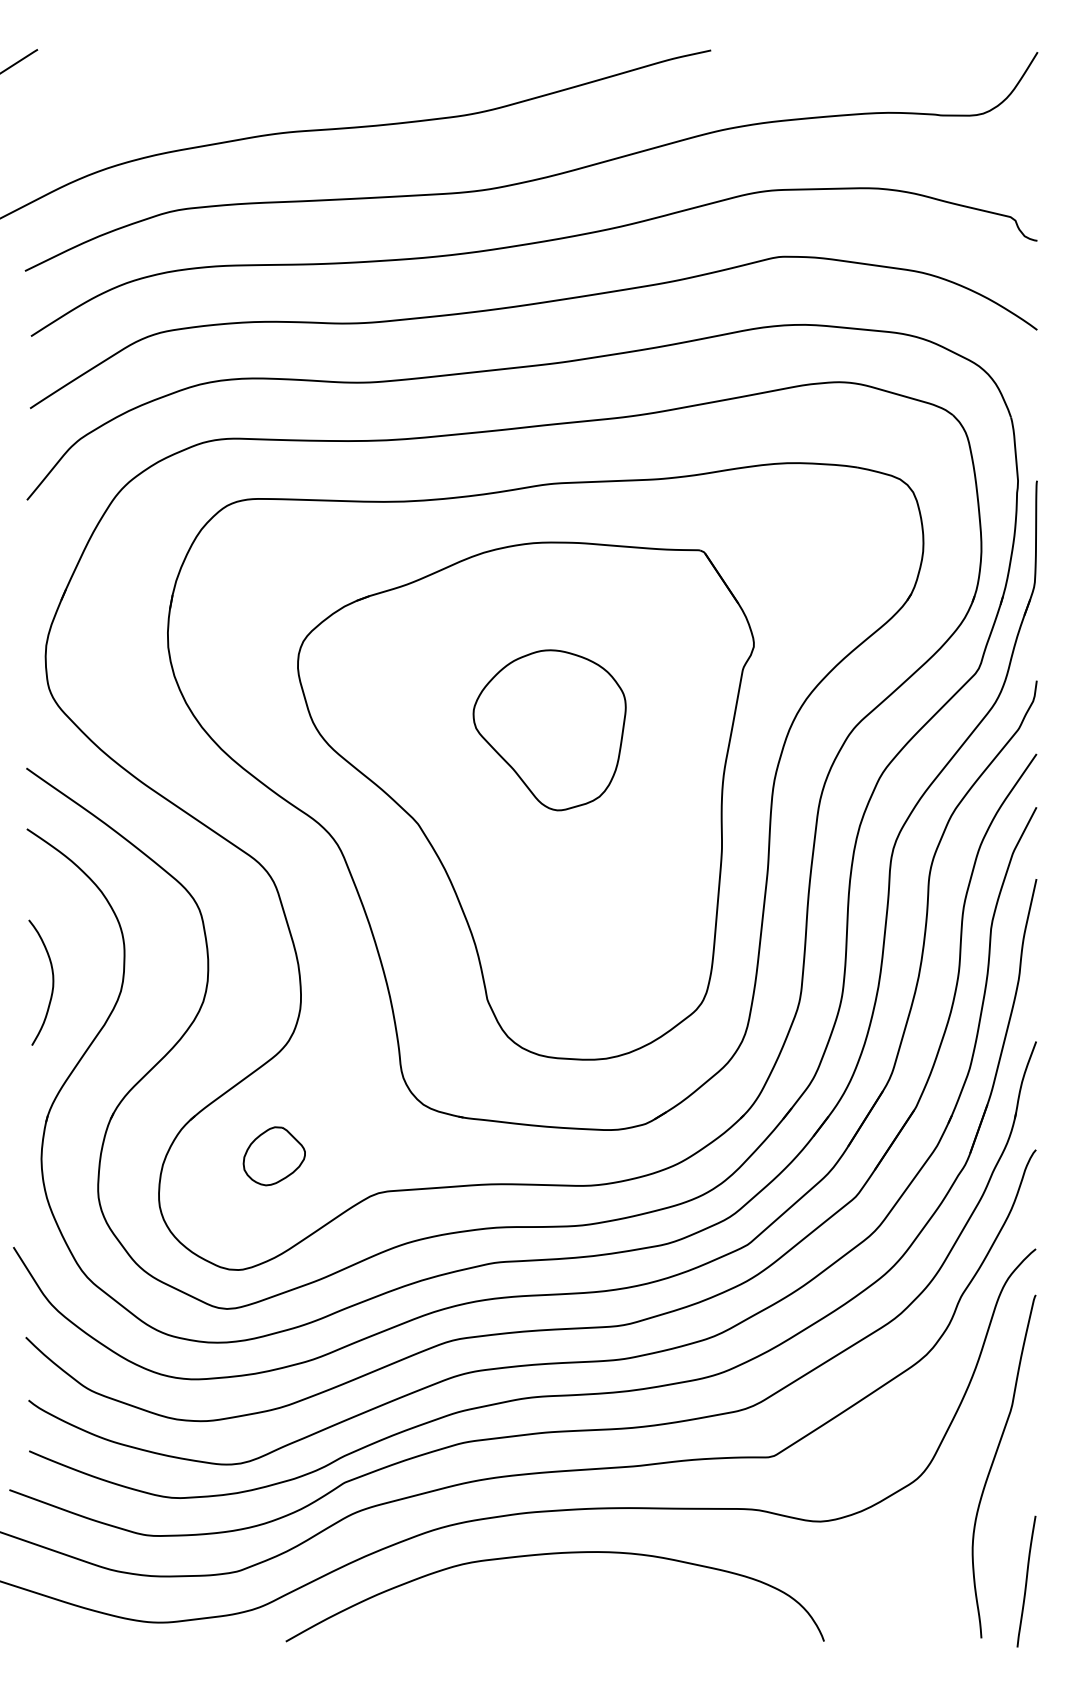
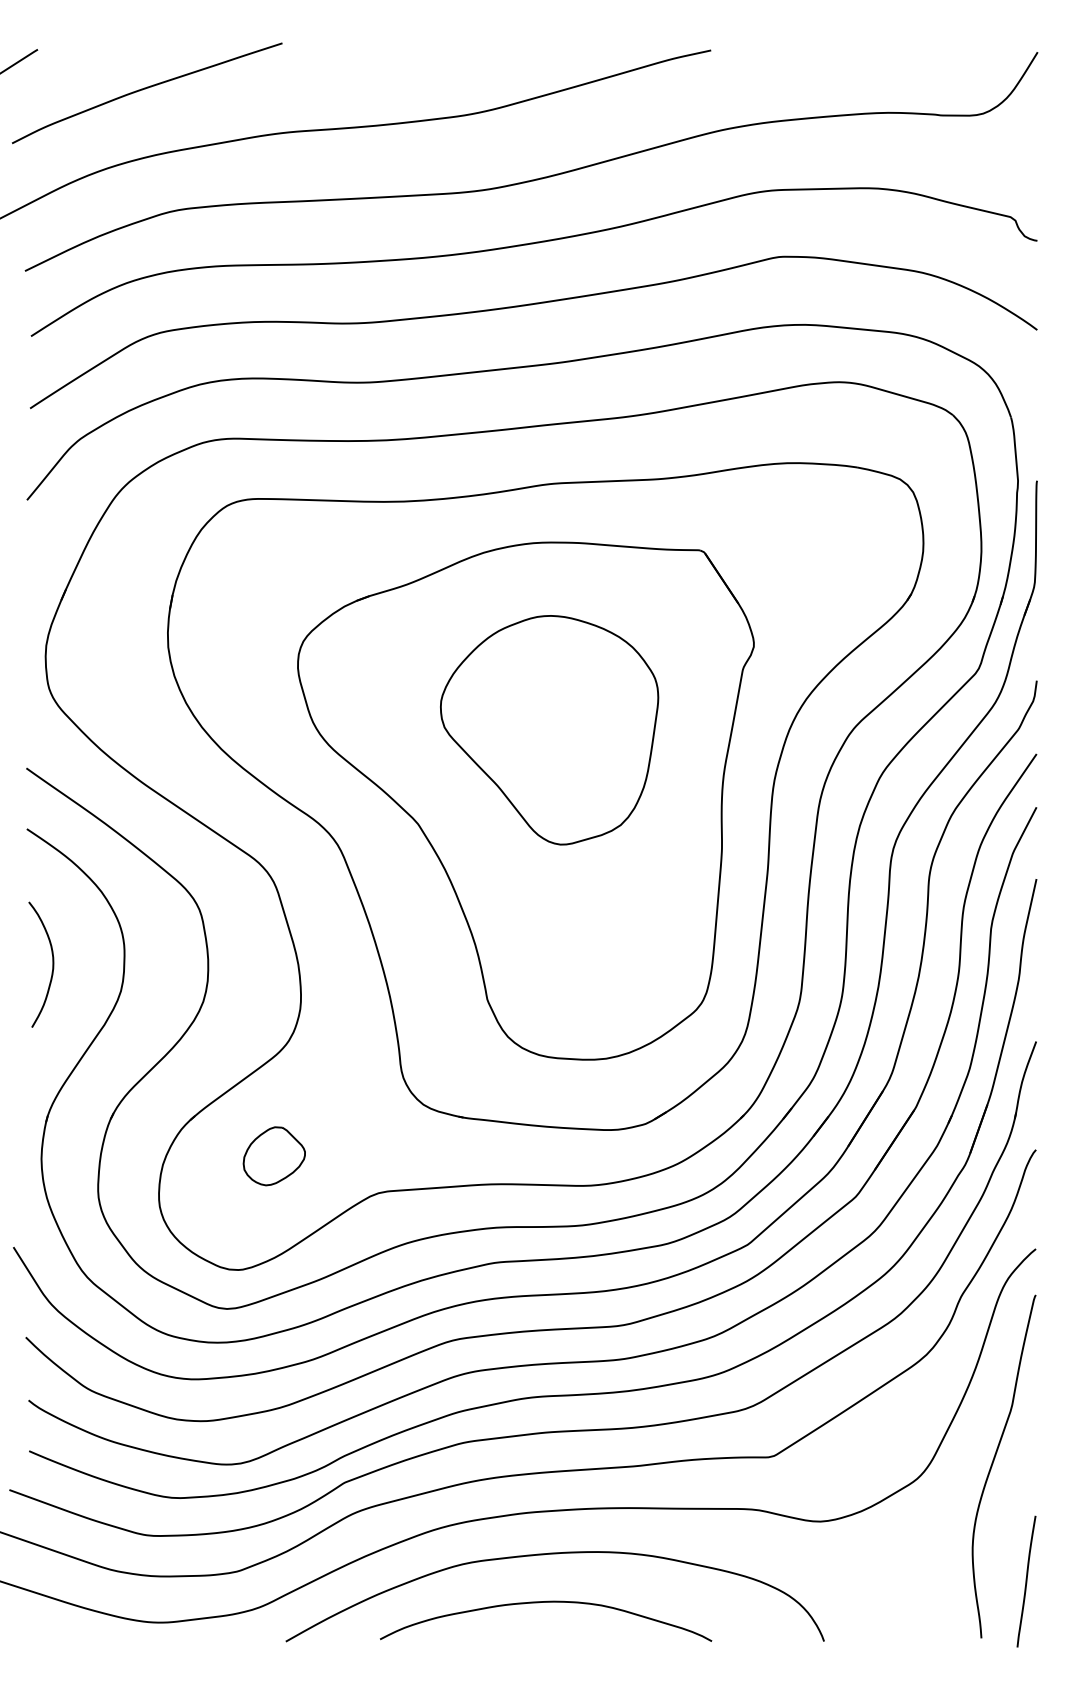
curve at (145, 89): none -> present
part at (549, 730) size: 155x163 px -> 220x231 px
curve at (52, 982) position: (52, 982) -> (52, 964)
curve at (546, 1602): none -> present
